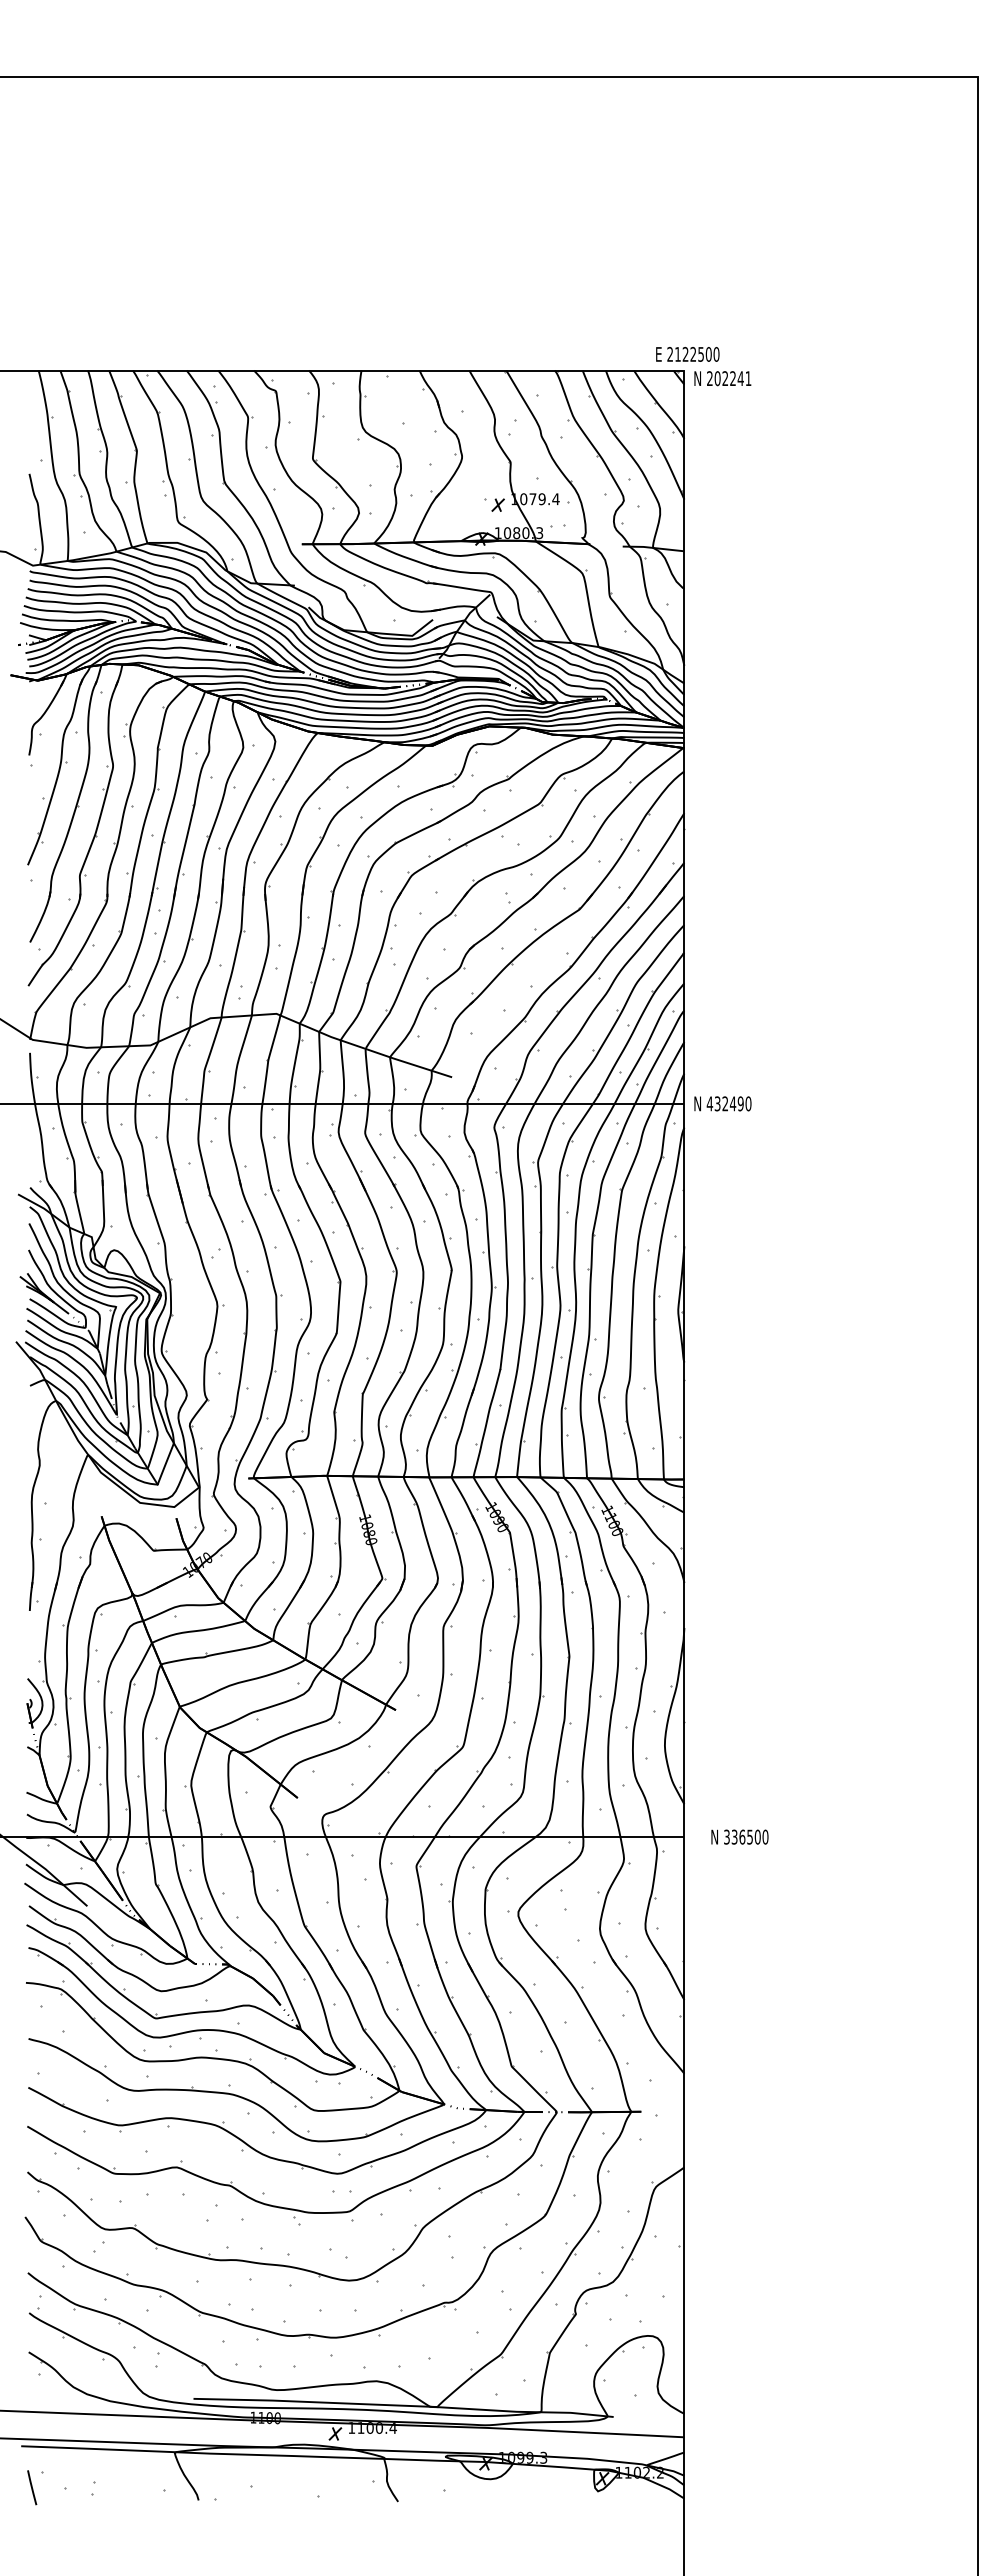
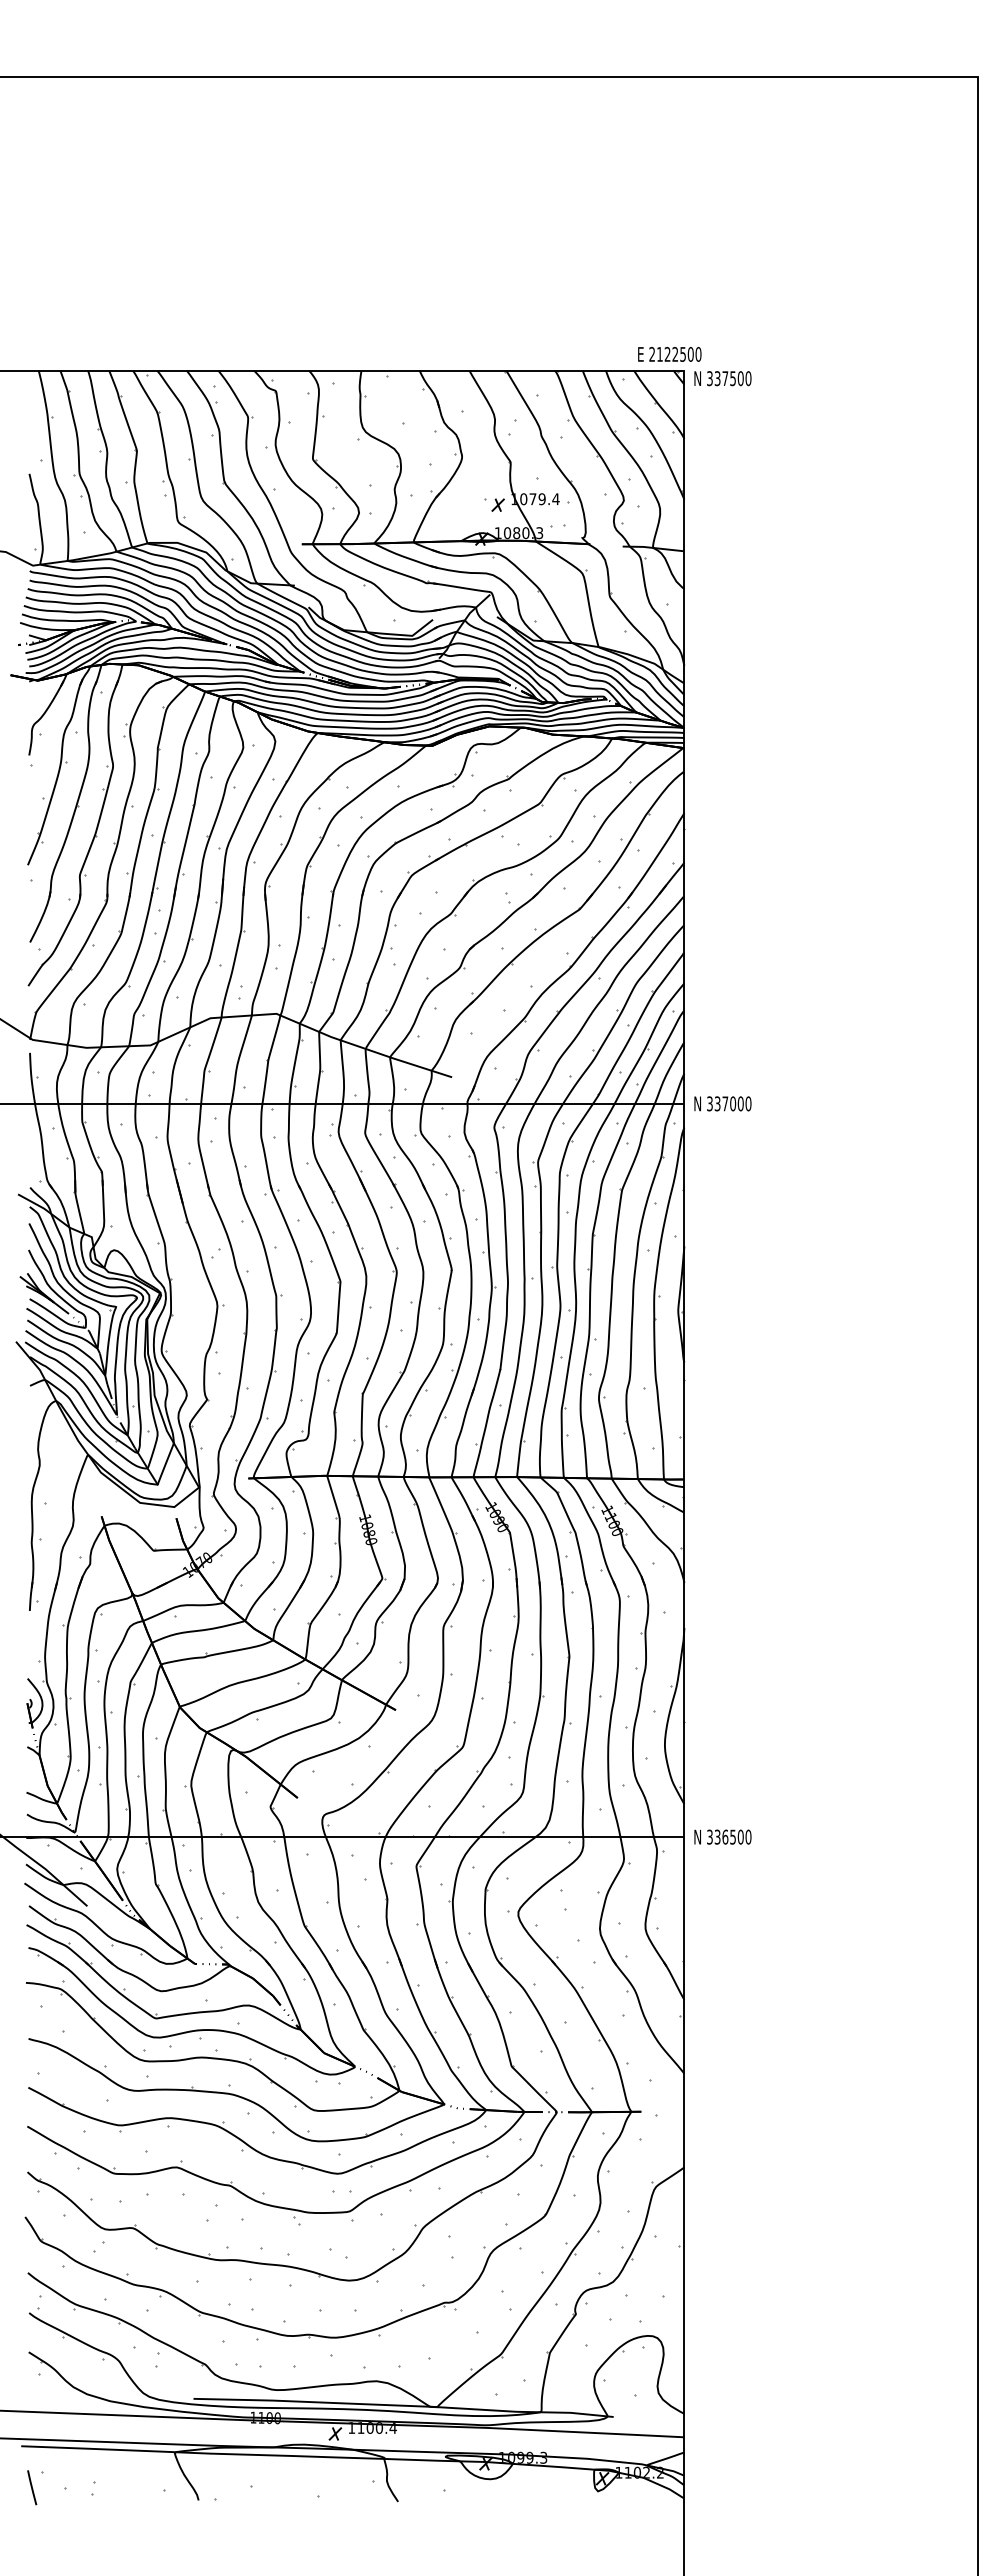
text at (687, 354) position: (687, 354) -> (669, 354)
text at (729, 378): 202241 -> 337500
text at (724, 1103): 432490 -> 337000
text at (739, 1836) position: (739, 1836) -> (722, 1836)
